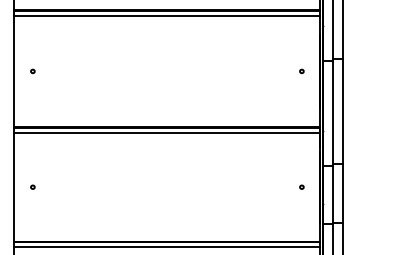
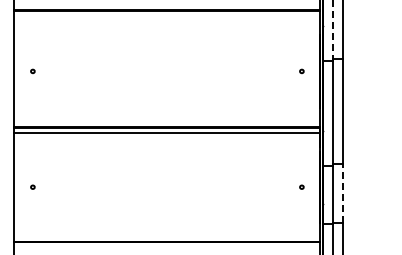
line at (167, 15): present -> none
line at (333, 31): solid -> dashed
line at (343, 193): solid -> dashed
line at (167, 247): present -> none
